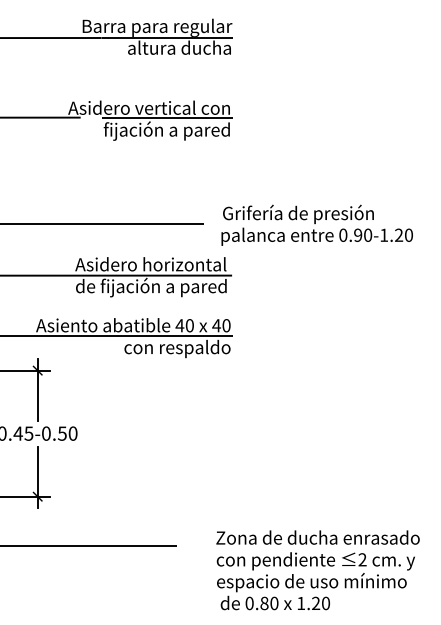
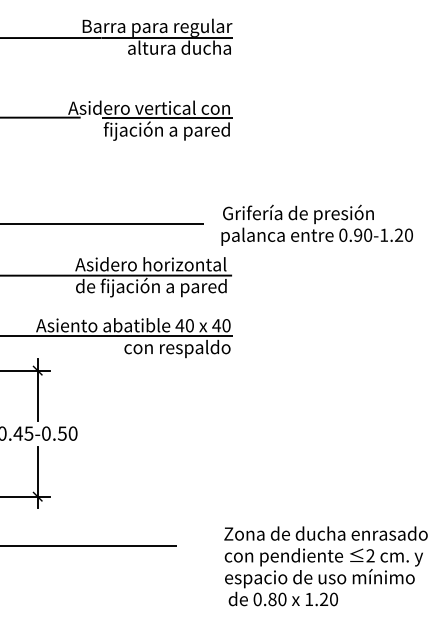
text at (317, 570) position: (317, 570) -> (325, 566)
